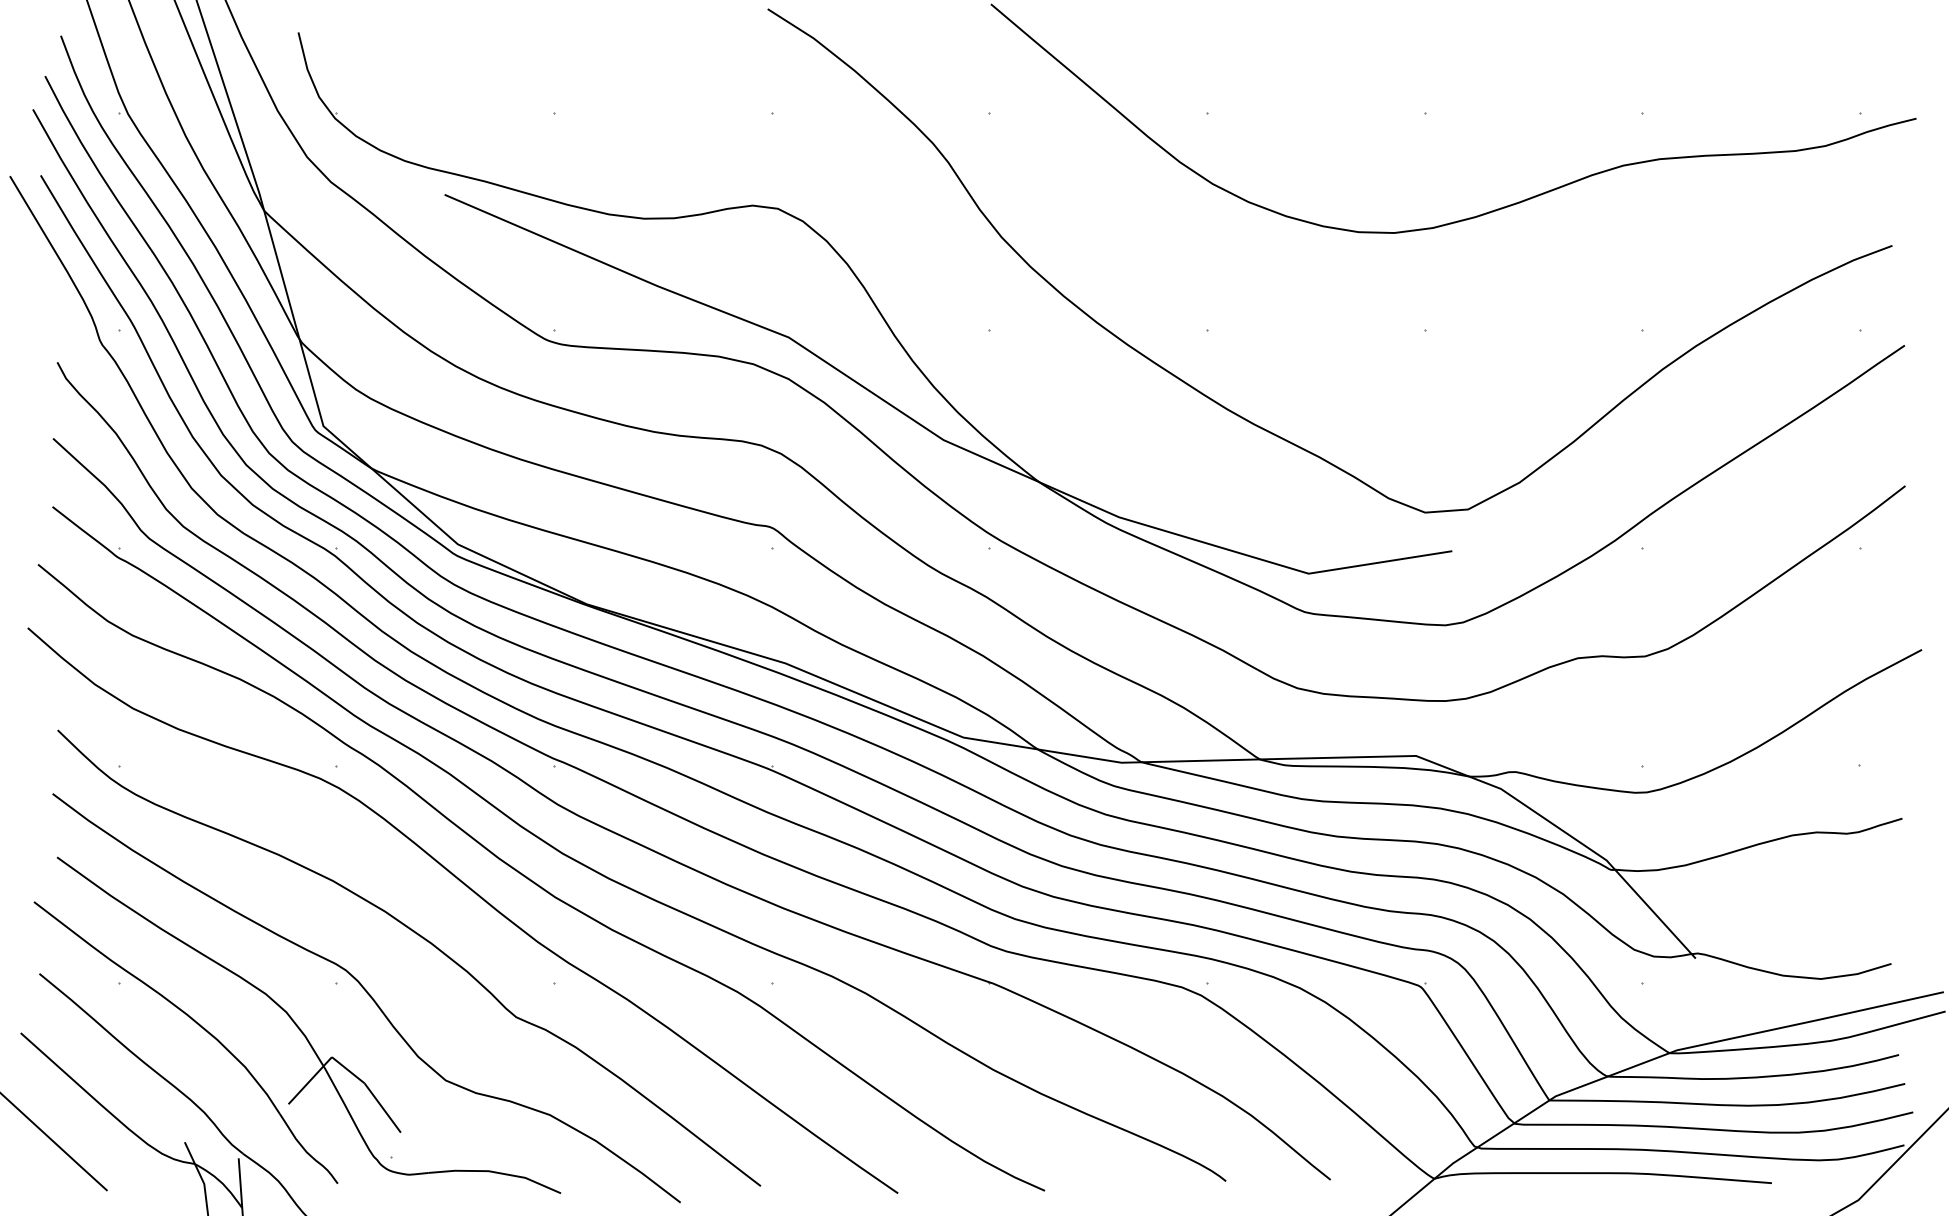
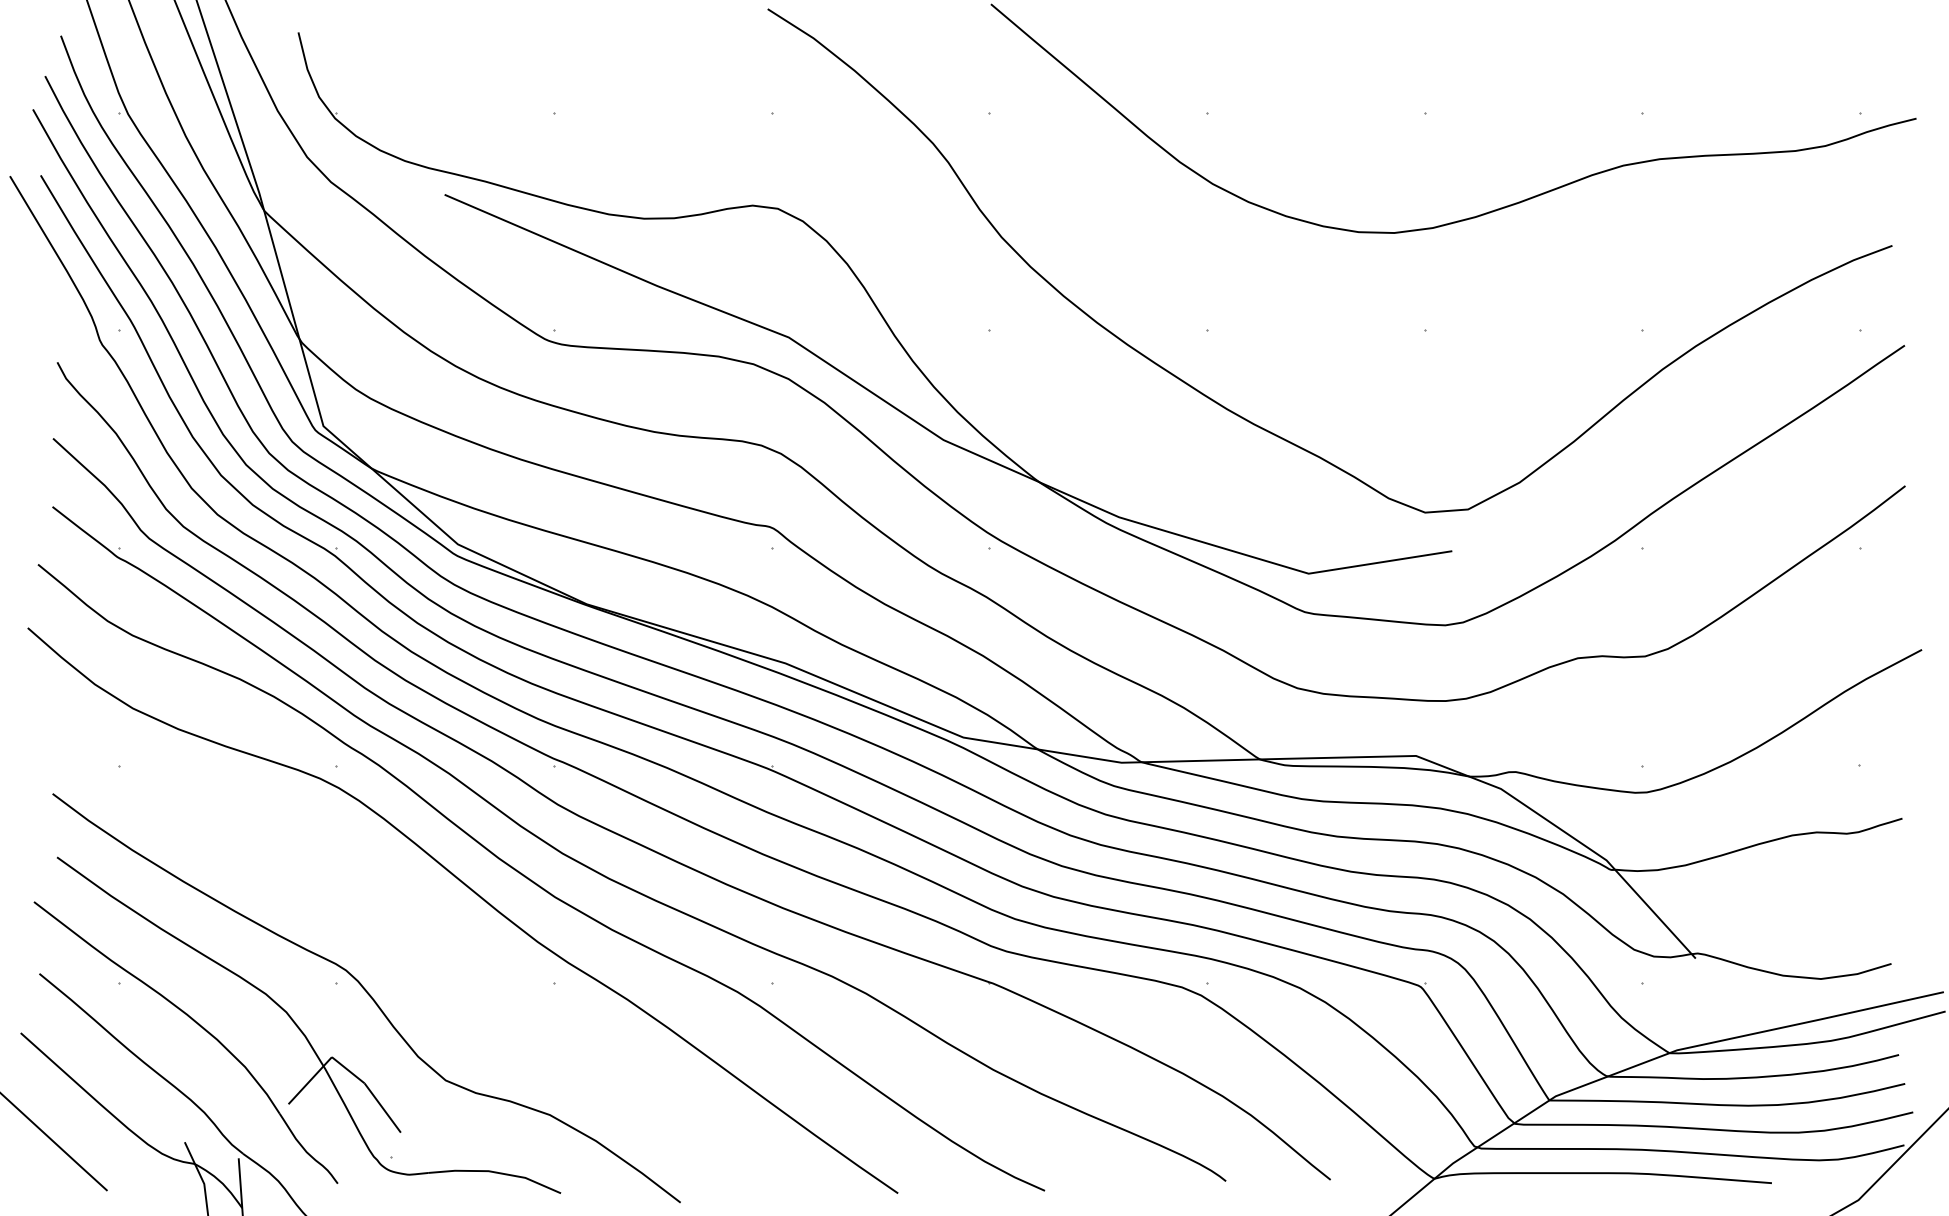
curve at (423, 939): present -> none
